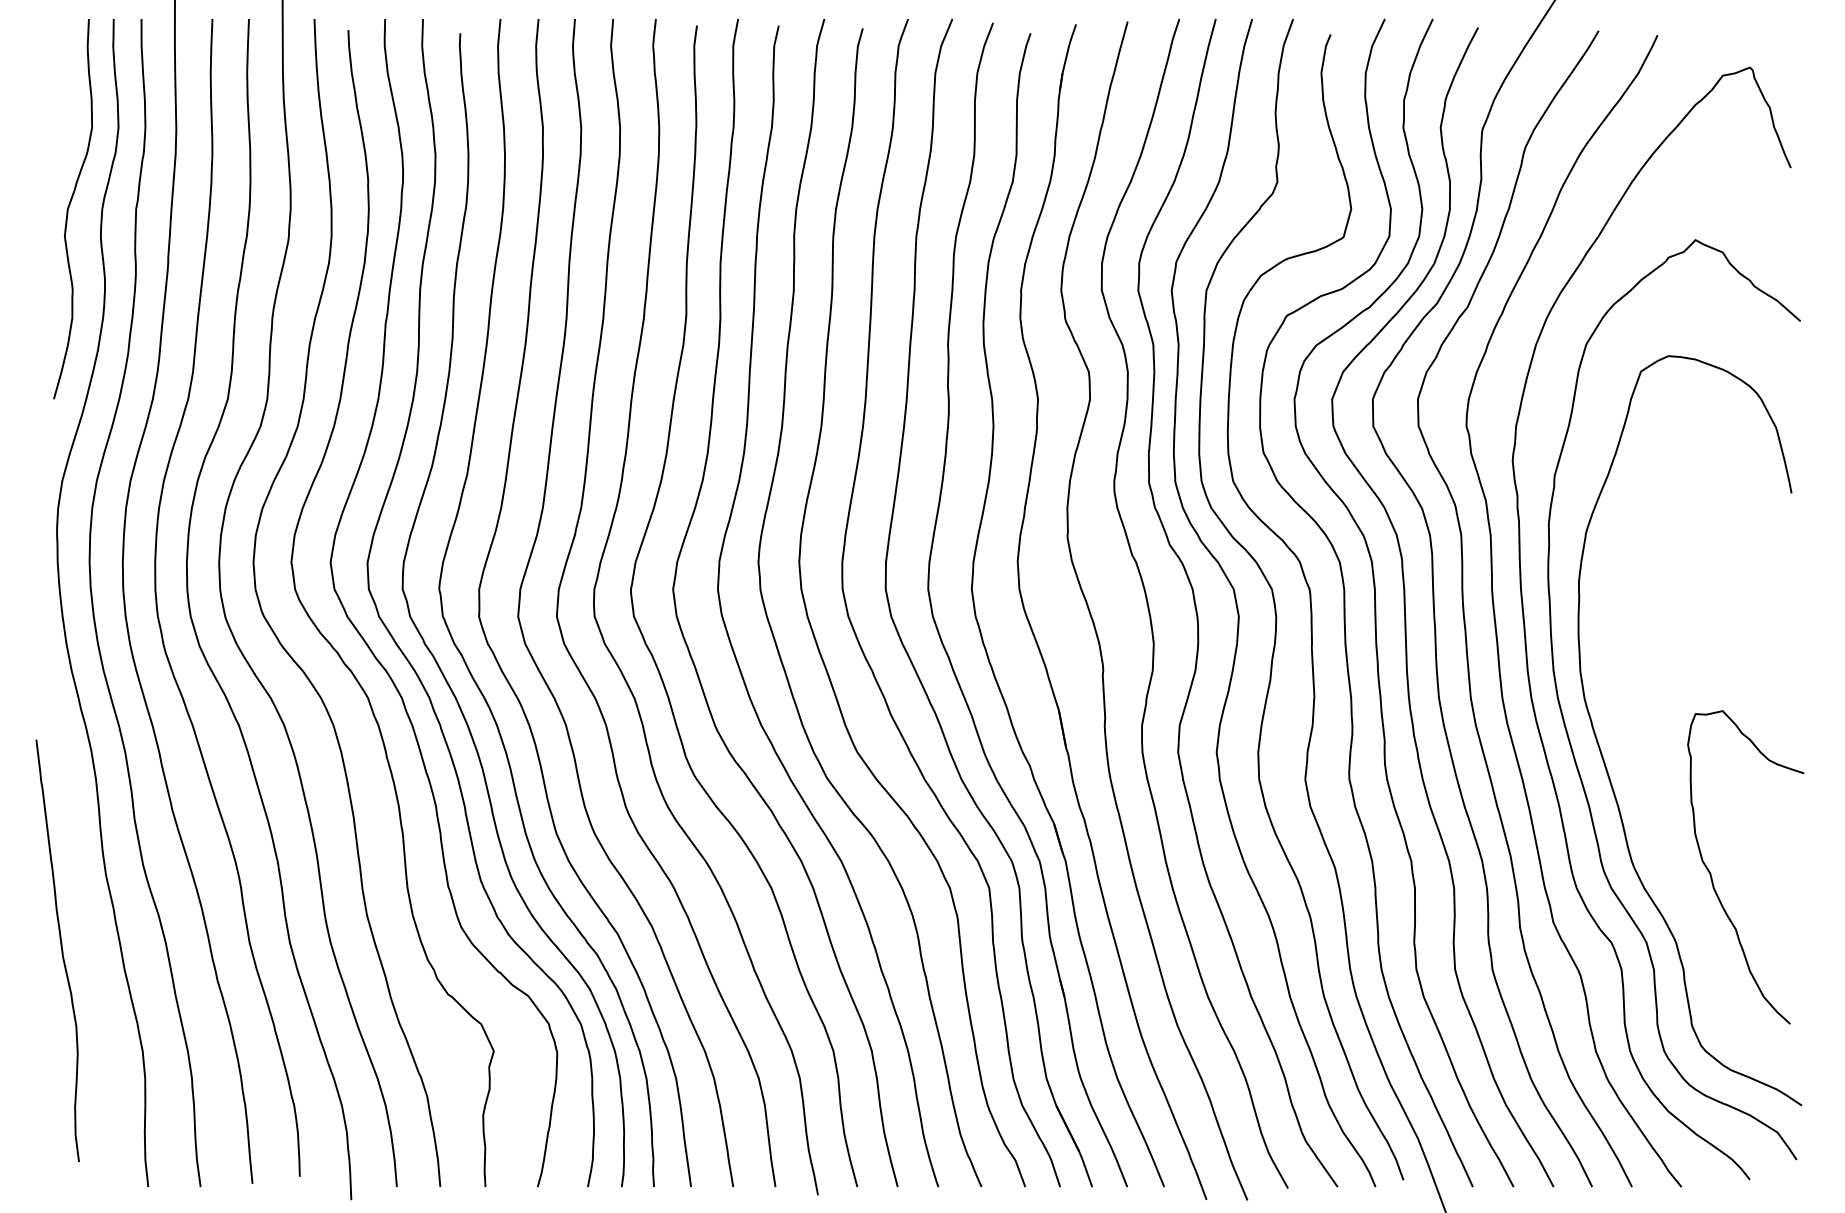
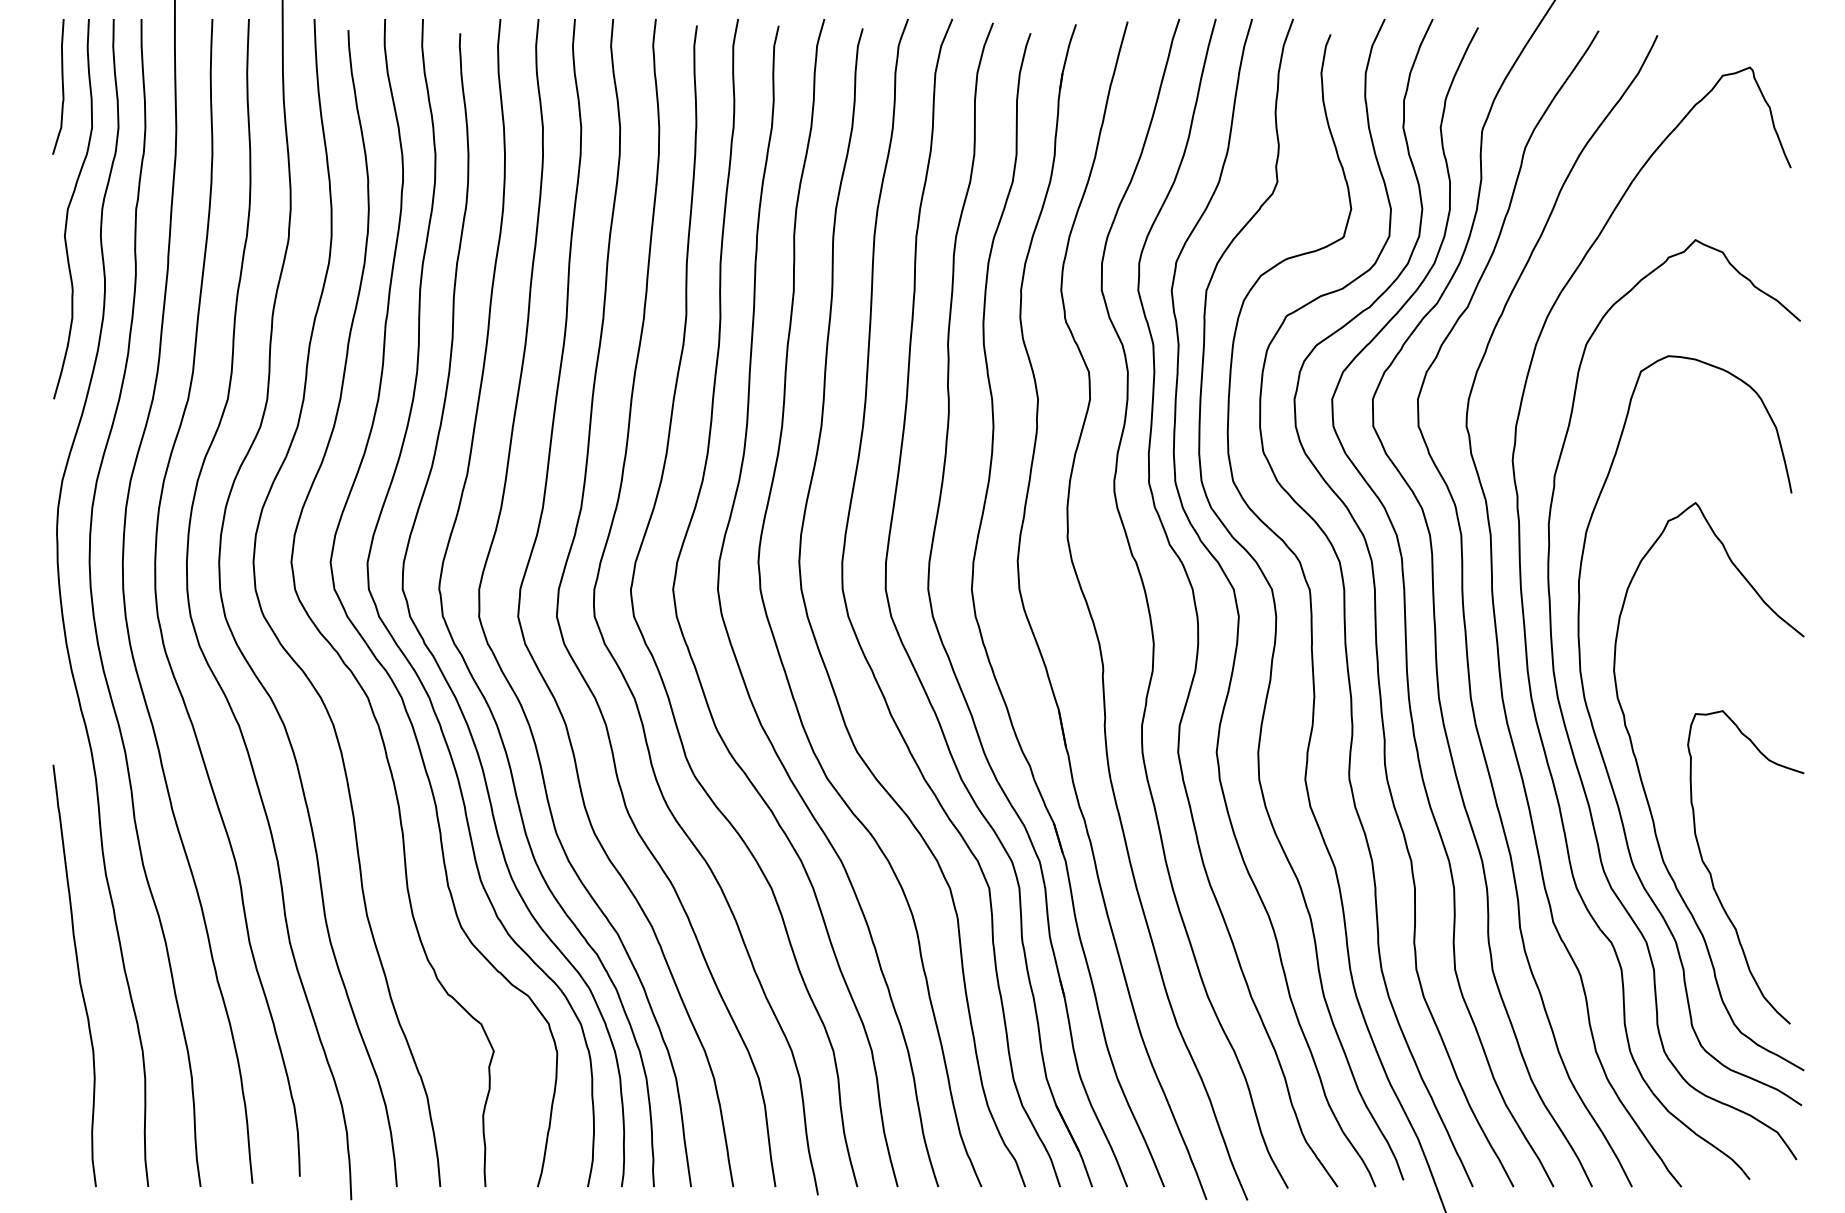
curve at (62, 86): none -> present
curve at (1650, 806): none -> present
curve at (61, 950) position: (61, 950) -> (78, 975)
